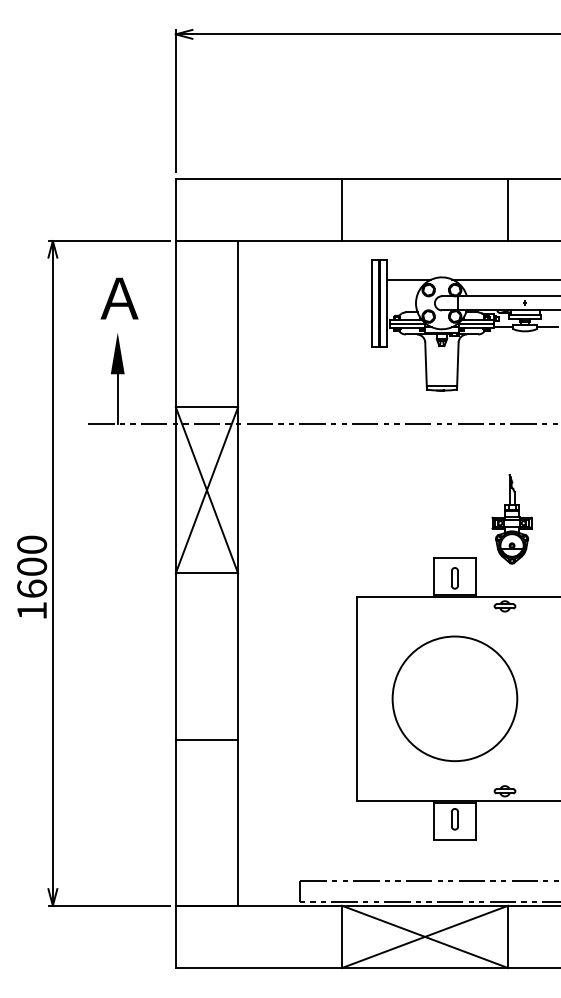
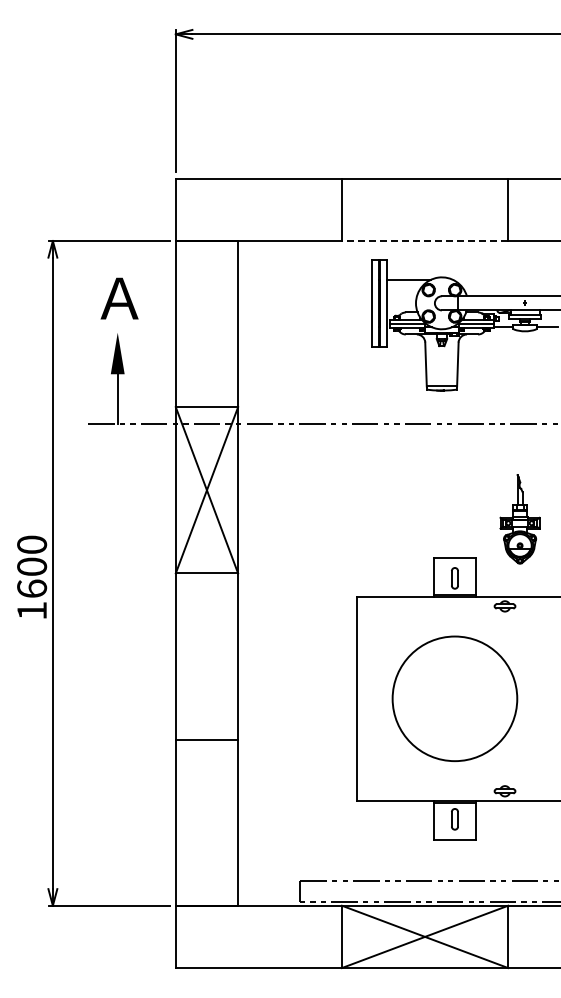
line at (424, 241): solid -> dashed
line at (504, 279): present -> none
part at (511, 519) position: (511, 519) -> (519, 519)
